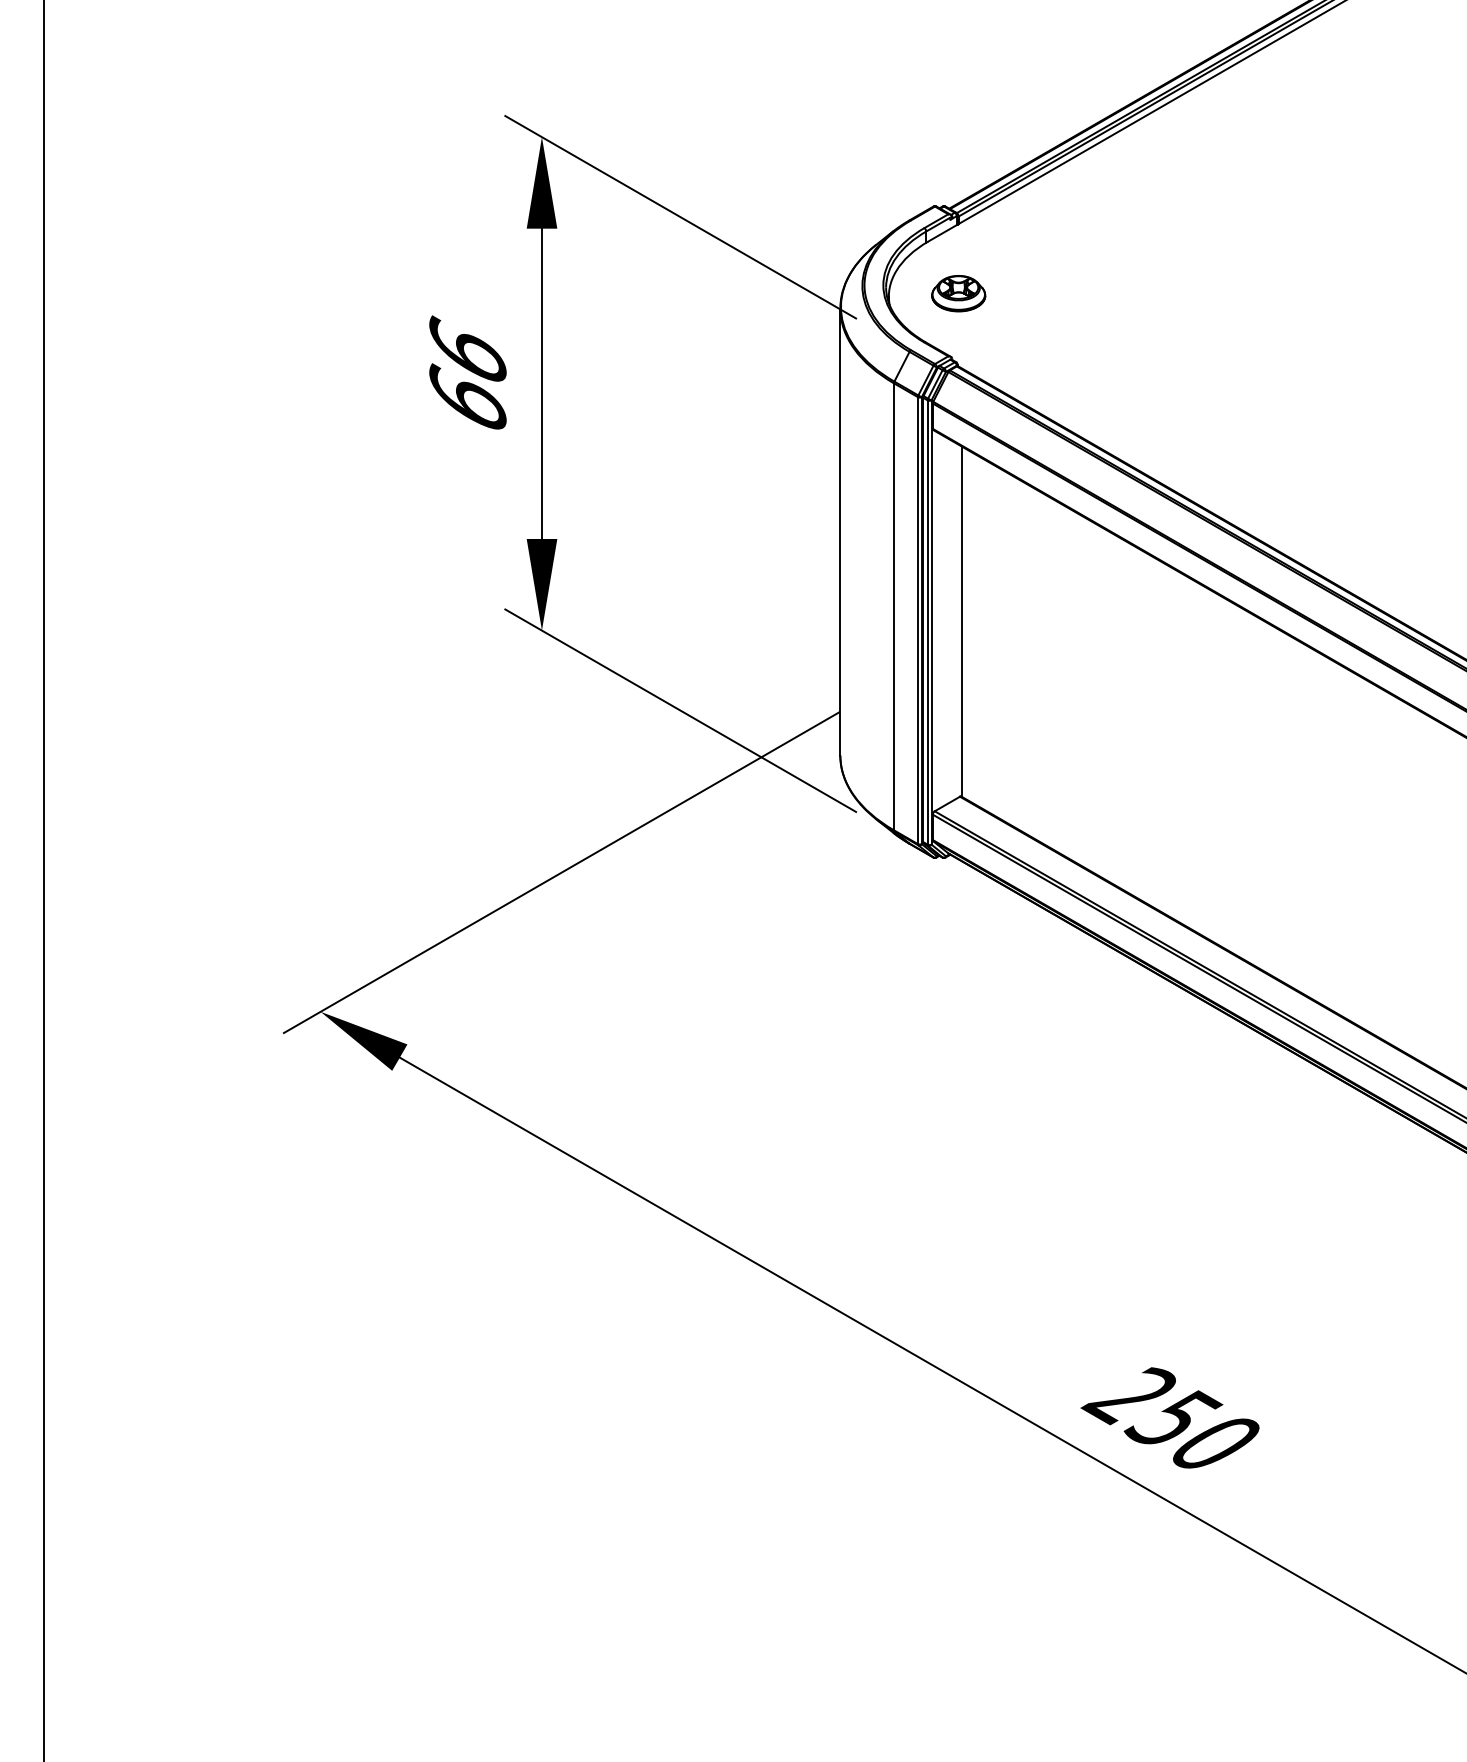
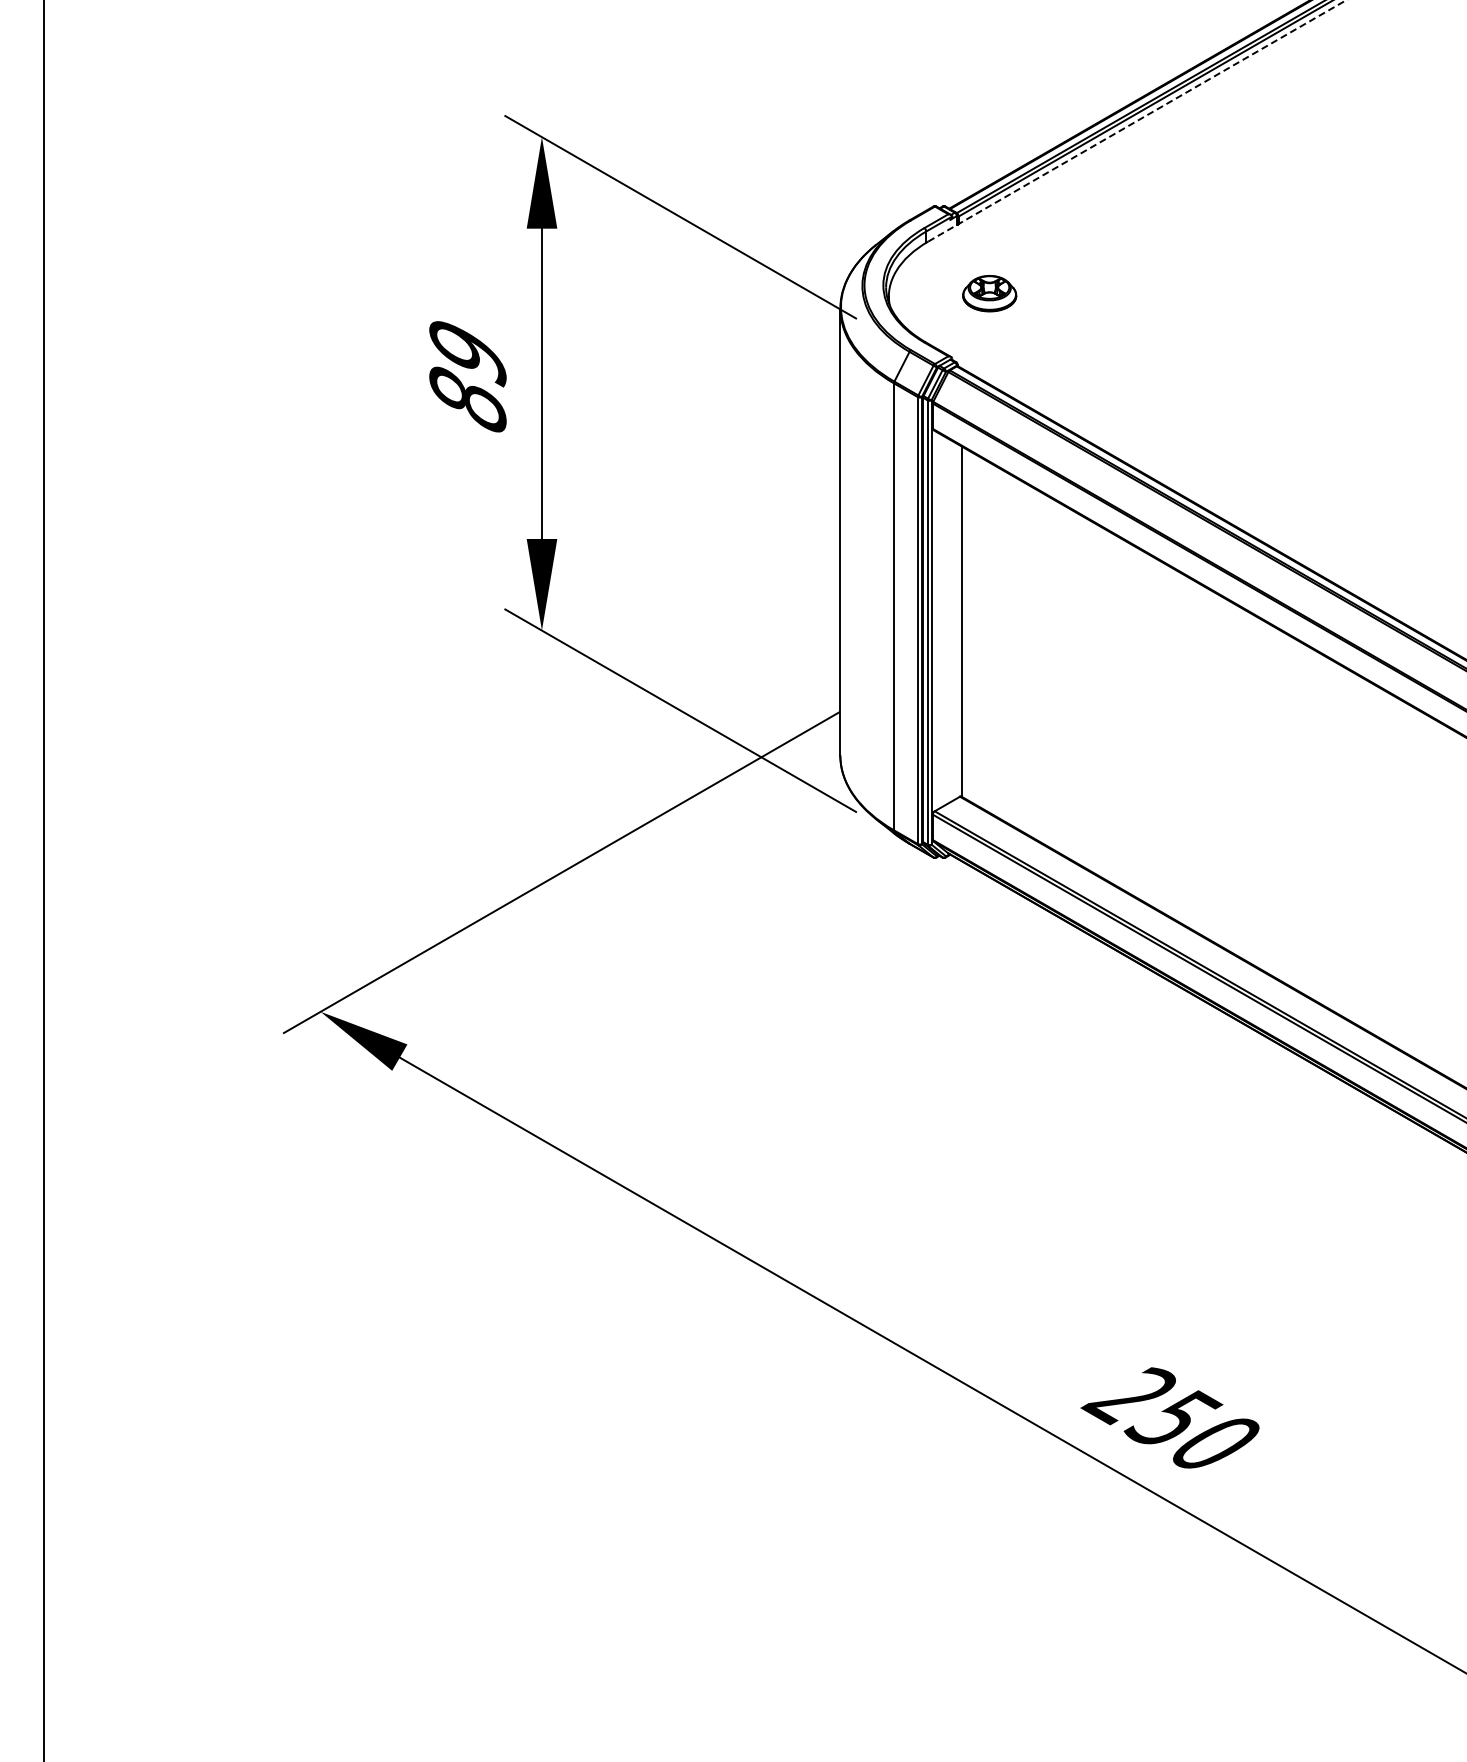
line at (1137, 120): solid -> dashed
part at (958, 293) position: (958, 293) -> (989, 293)
text at (467, 373): 66 -> 89
